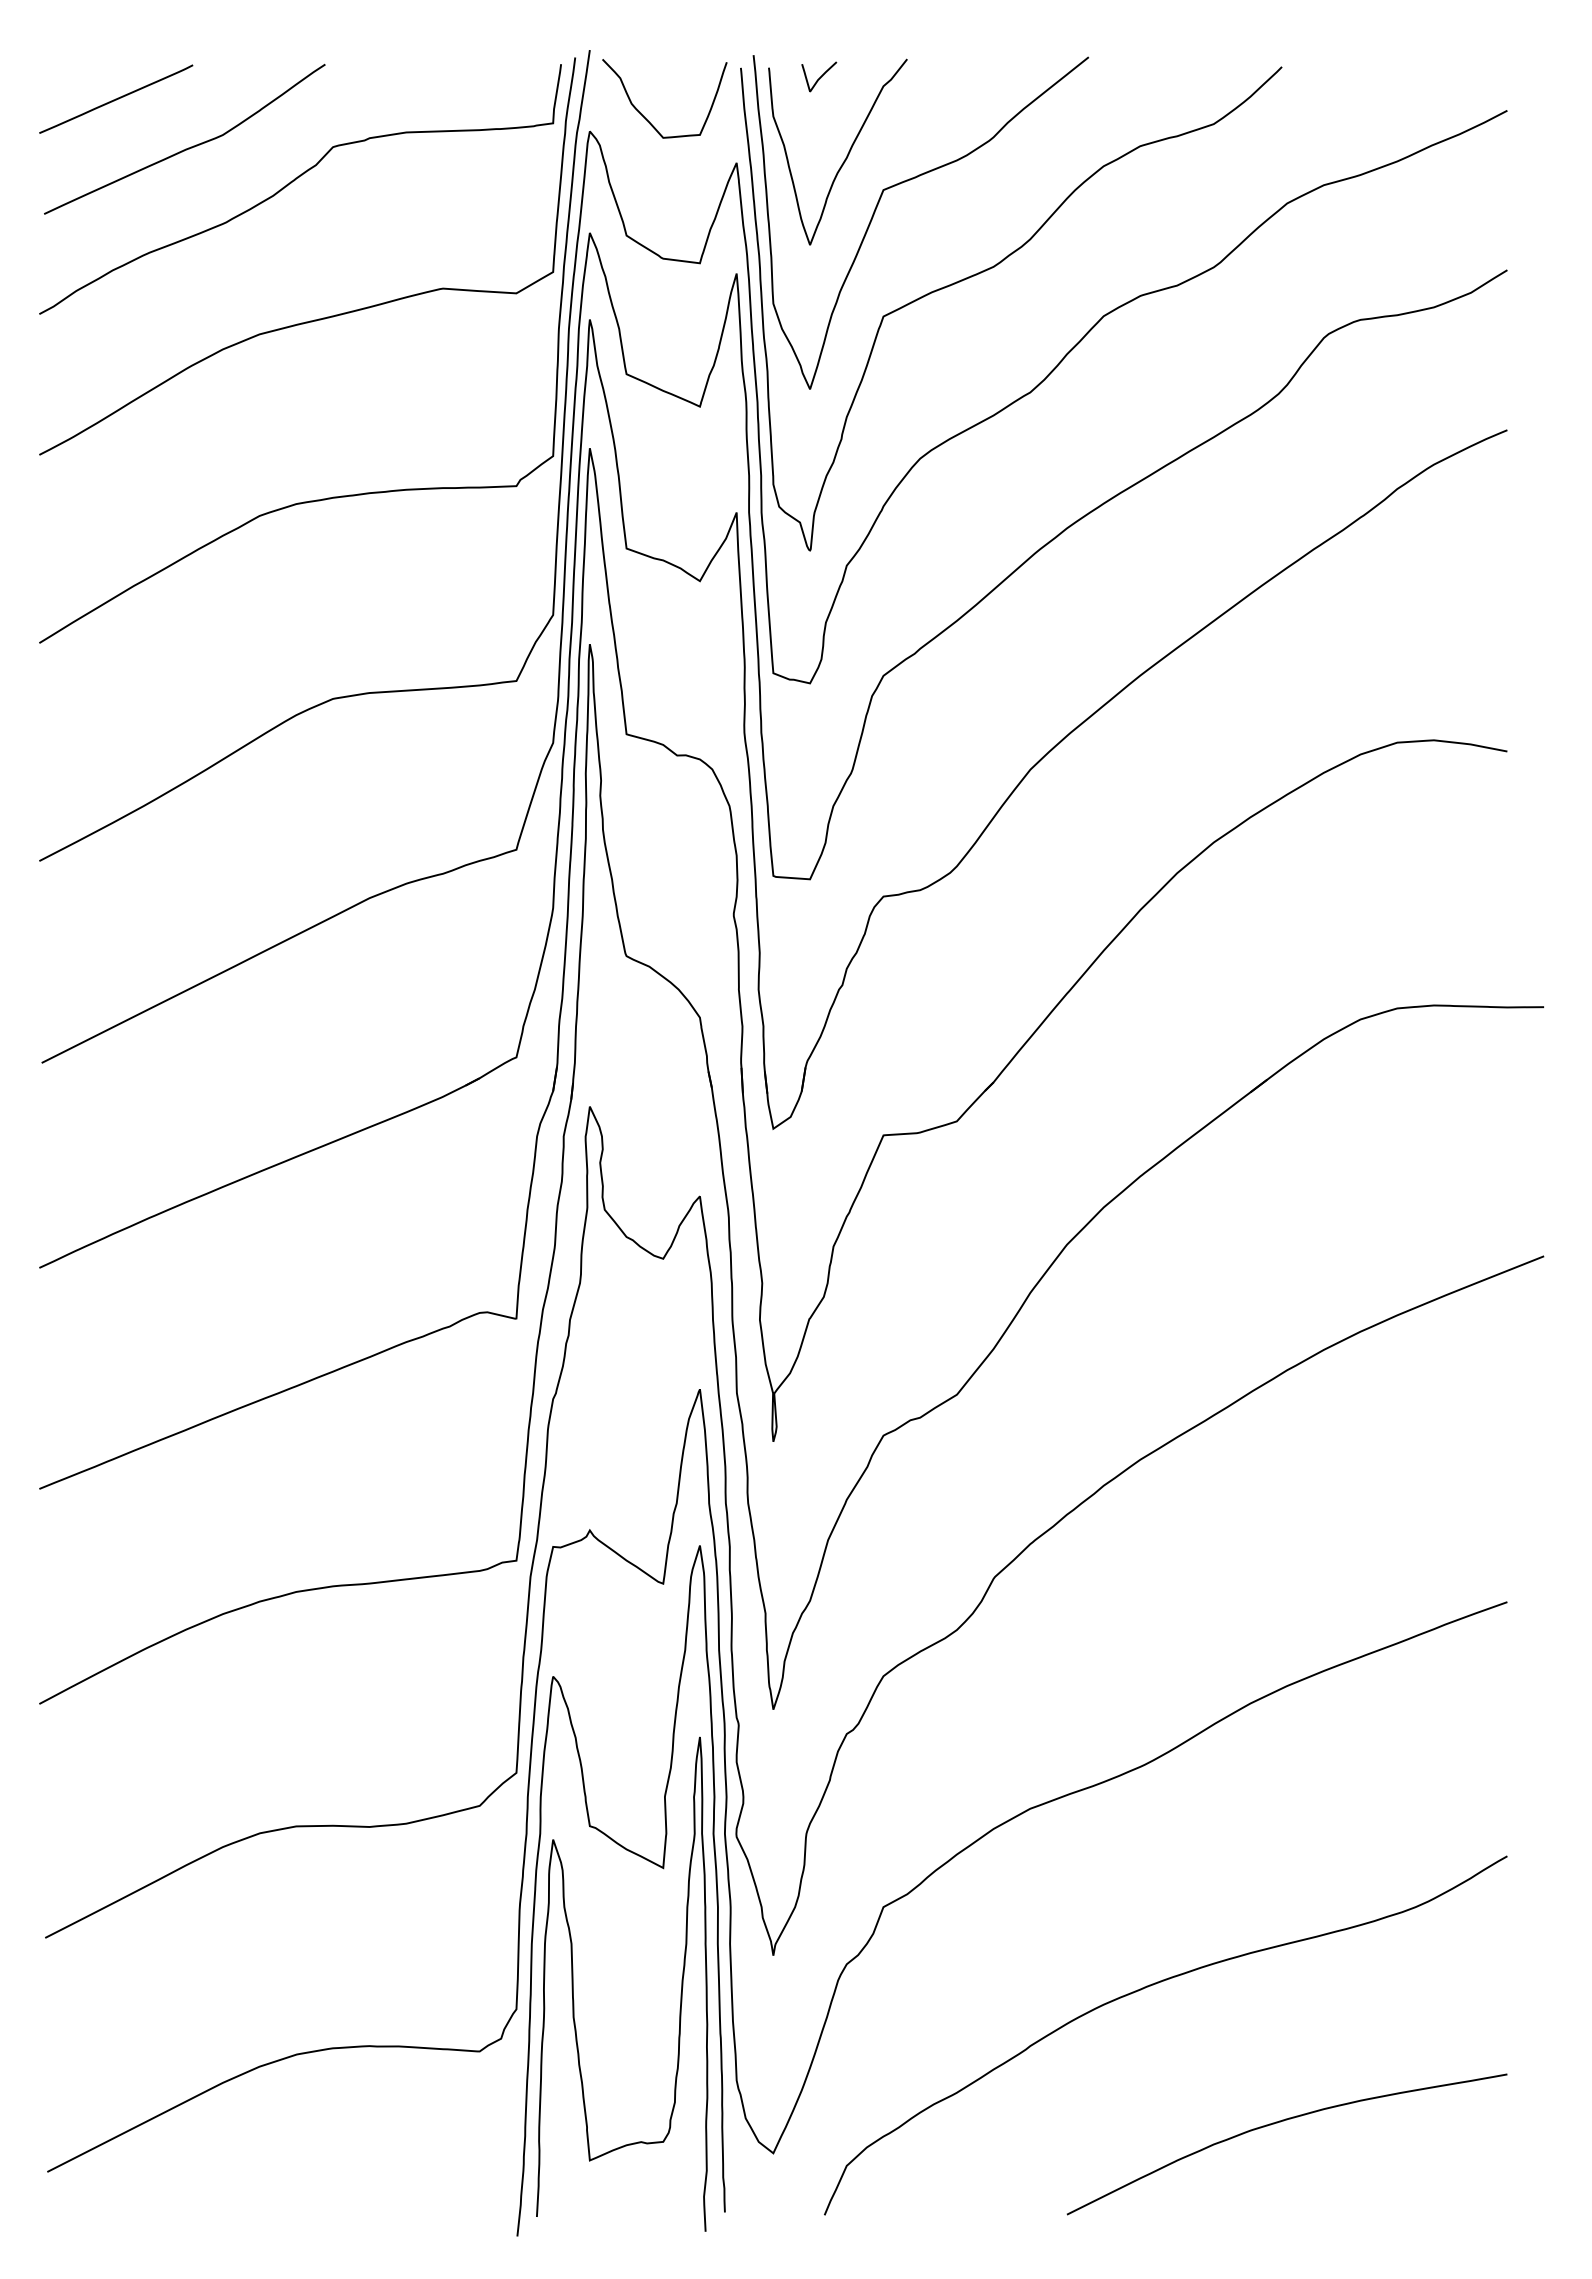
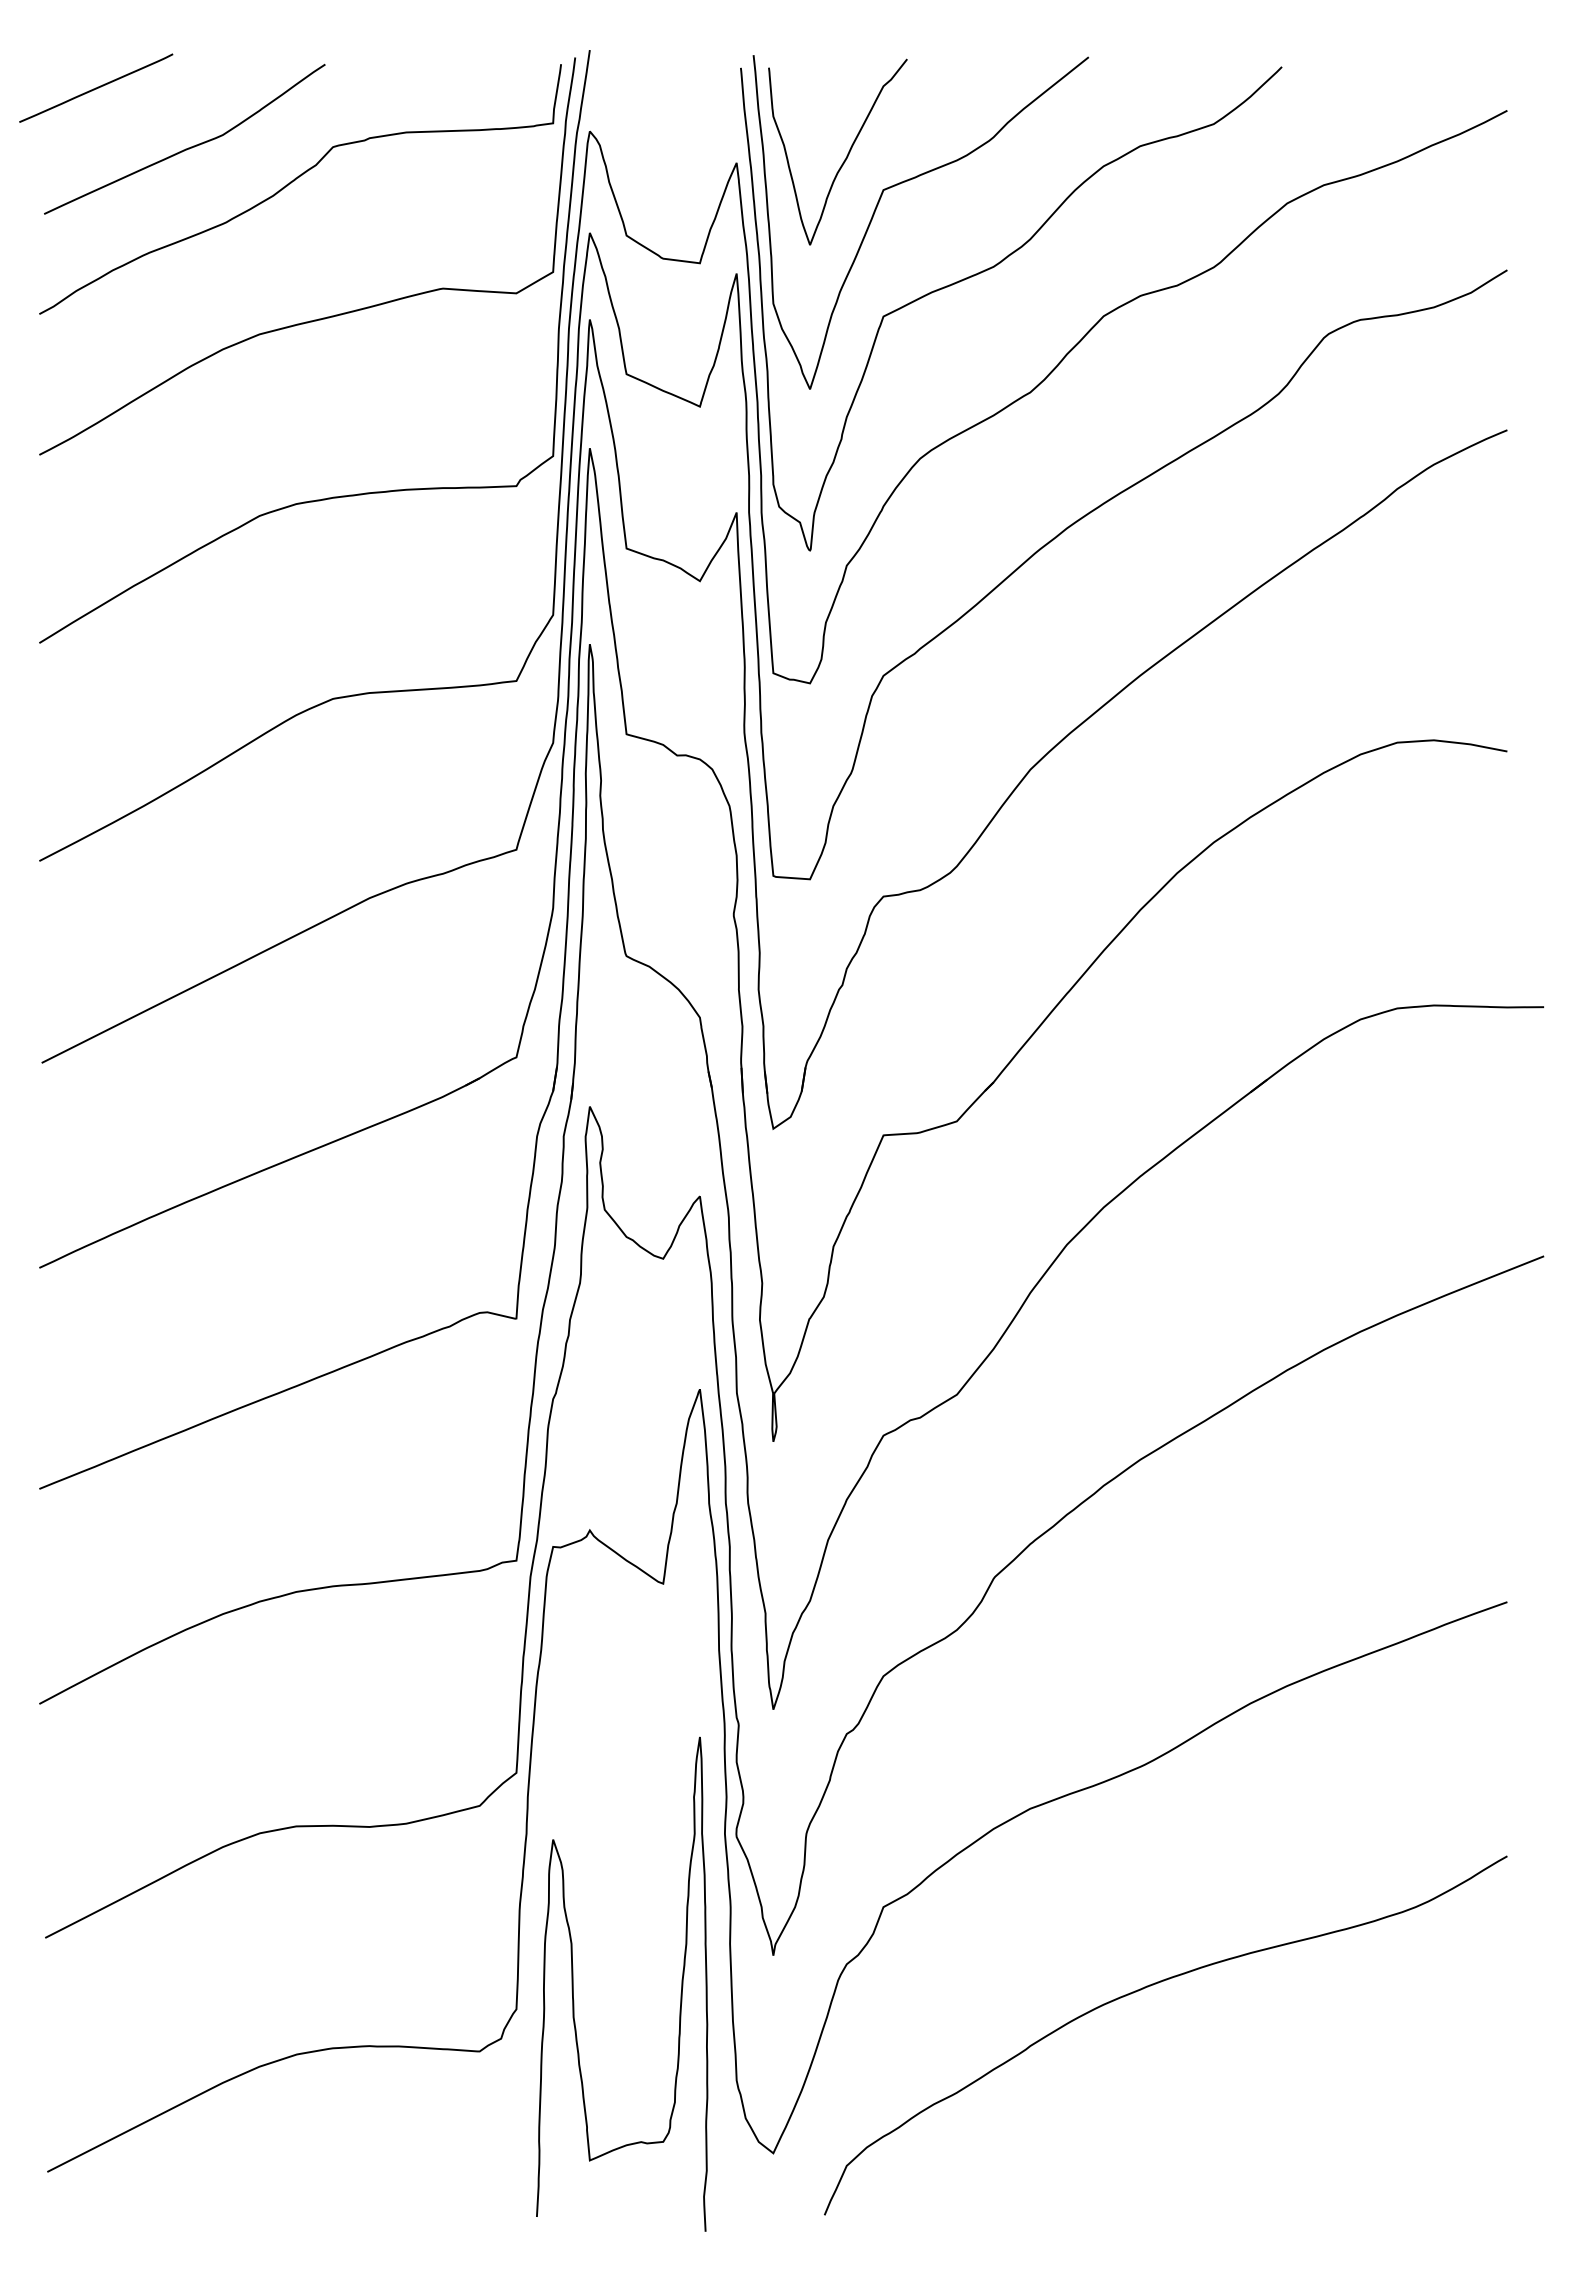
curve at (820, 76): present -> none
line at (116, 98) position: (116, 98) -> (96, 87)
curve at (645, 117): present -> none
curve at (638, 1856): present -> none
curve at (1280, 2122): present -> none
